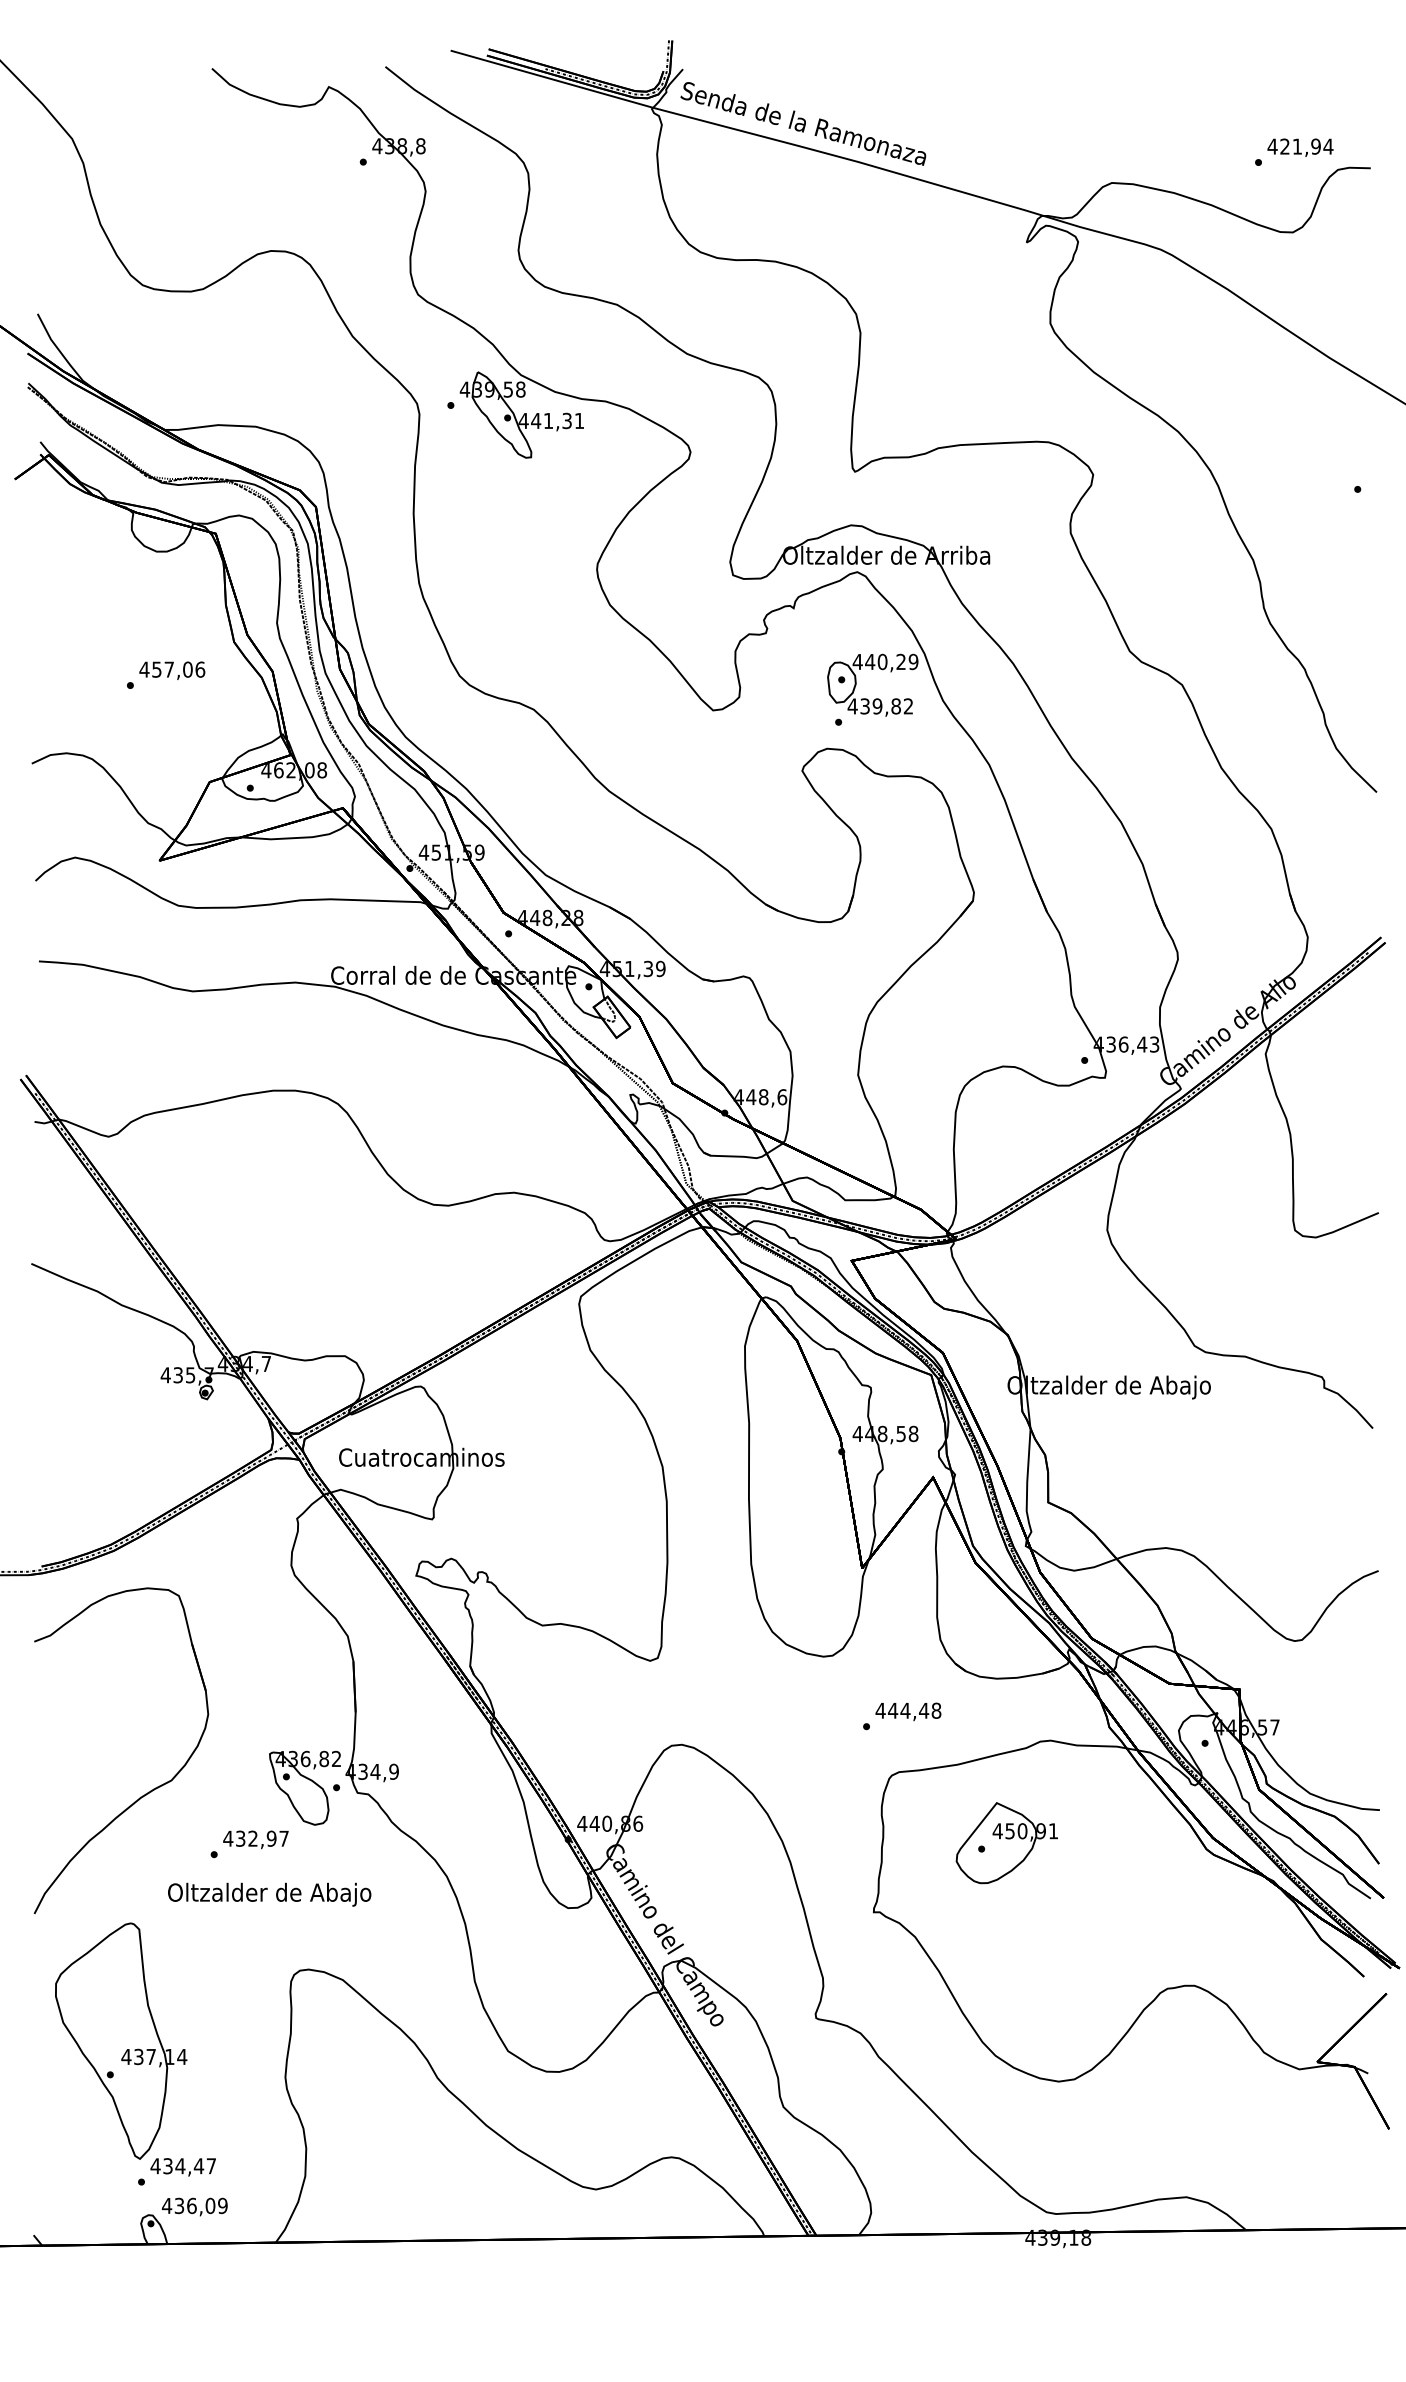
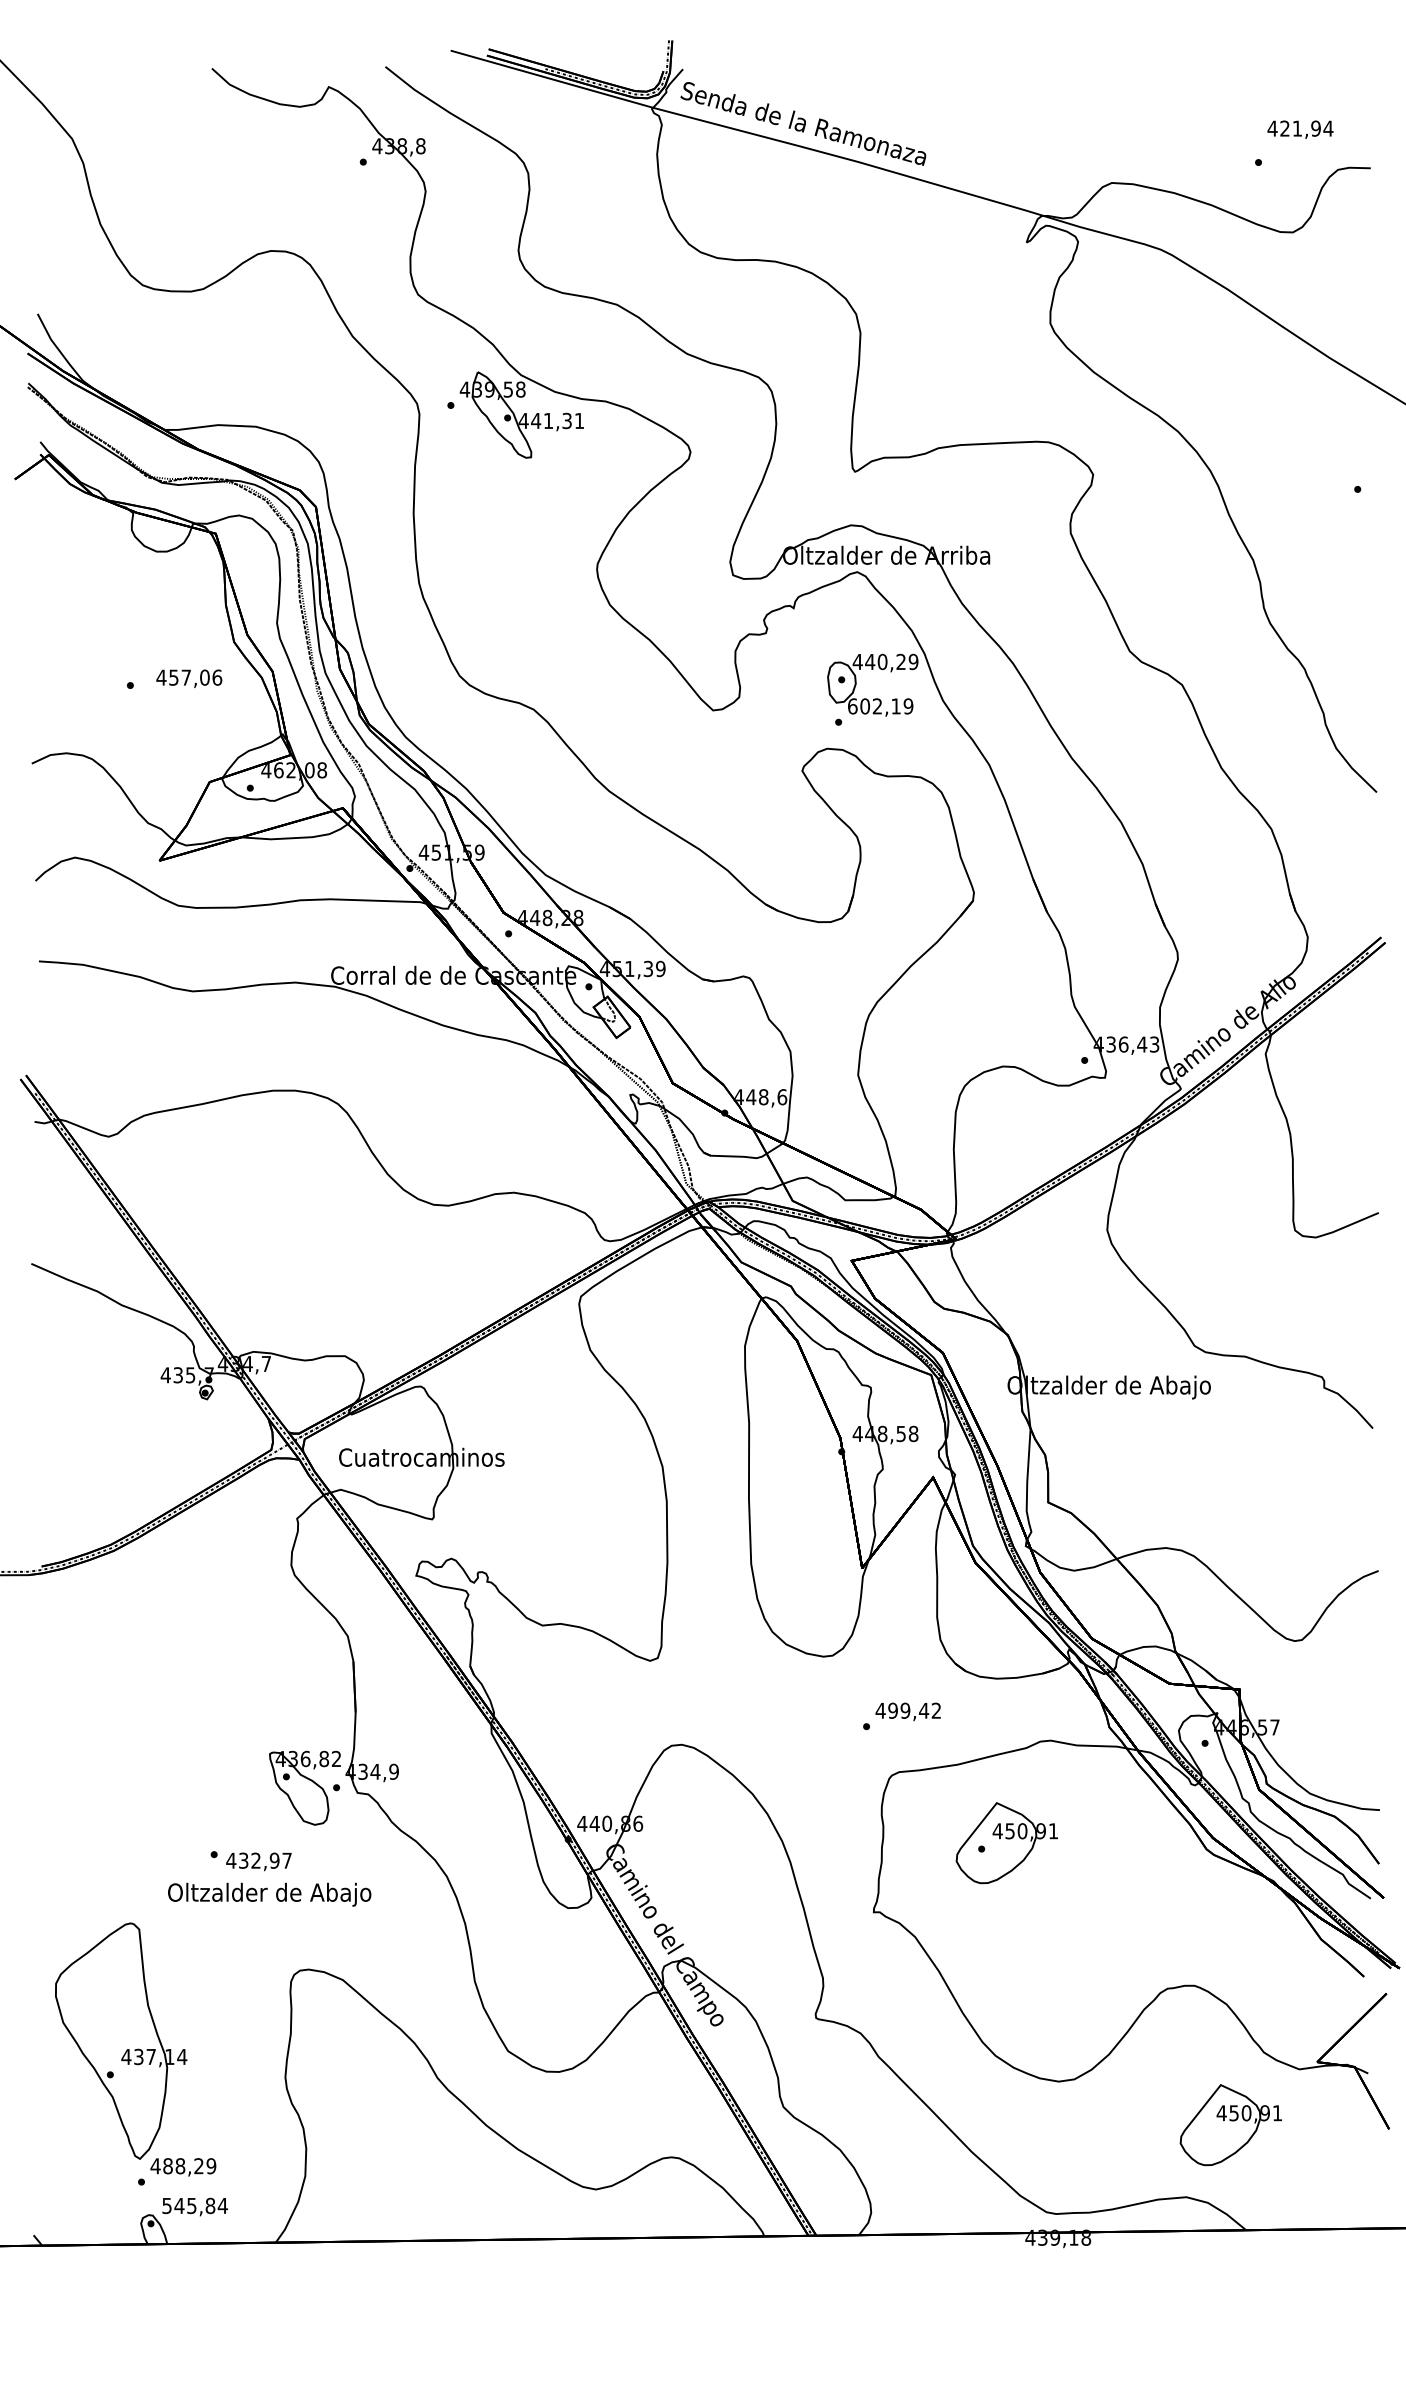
text at (1300, 147) position: (1300, 147) -> (1300, 129)
text at (172, 670) position: (172, 670) -> (189, 678)
text at (880, 706): 439,82 -> 602,19
text at (914, 1710): 444,48 -> 499,42
part at (148, 1791): present -> none
text at (255, 1839) position: (255, 1839) -> (258, 1861)
part at (1230, 2125): none -> present
text at (189, 2166): 434,47 -> 488,29
text at (194, 2205): 436,09 -> 545,84
